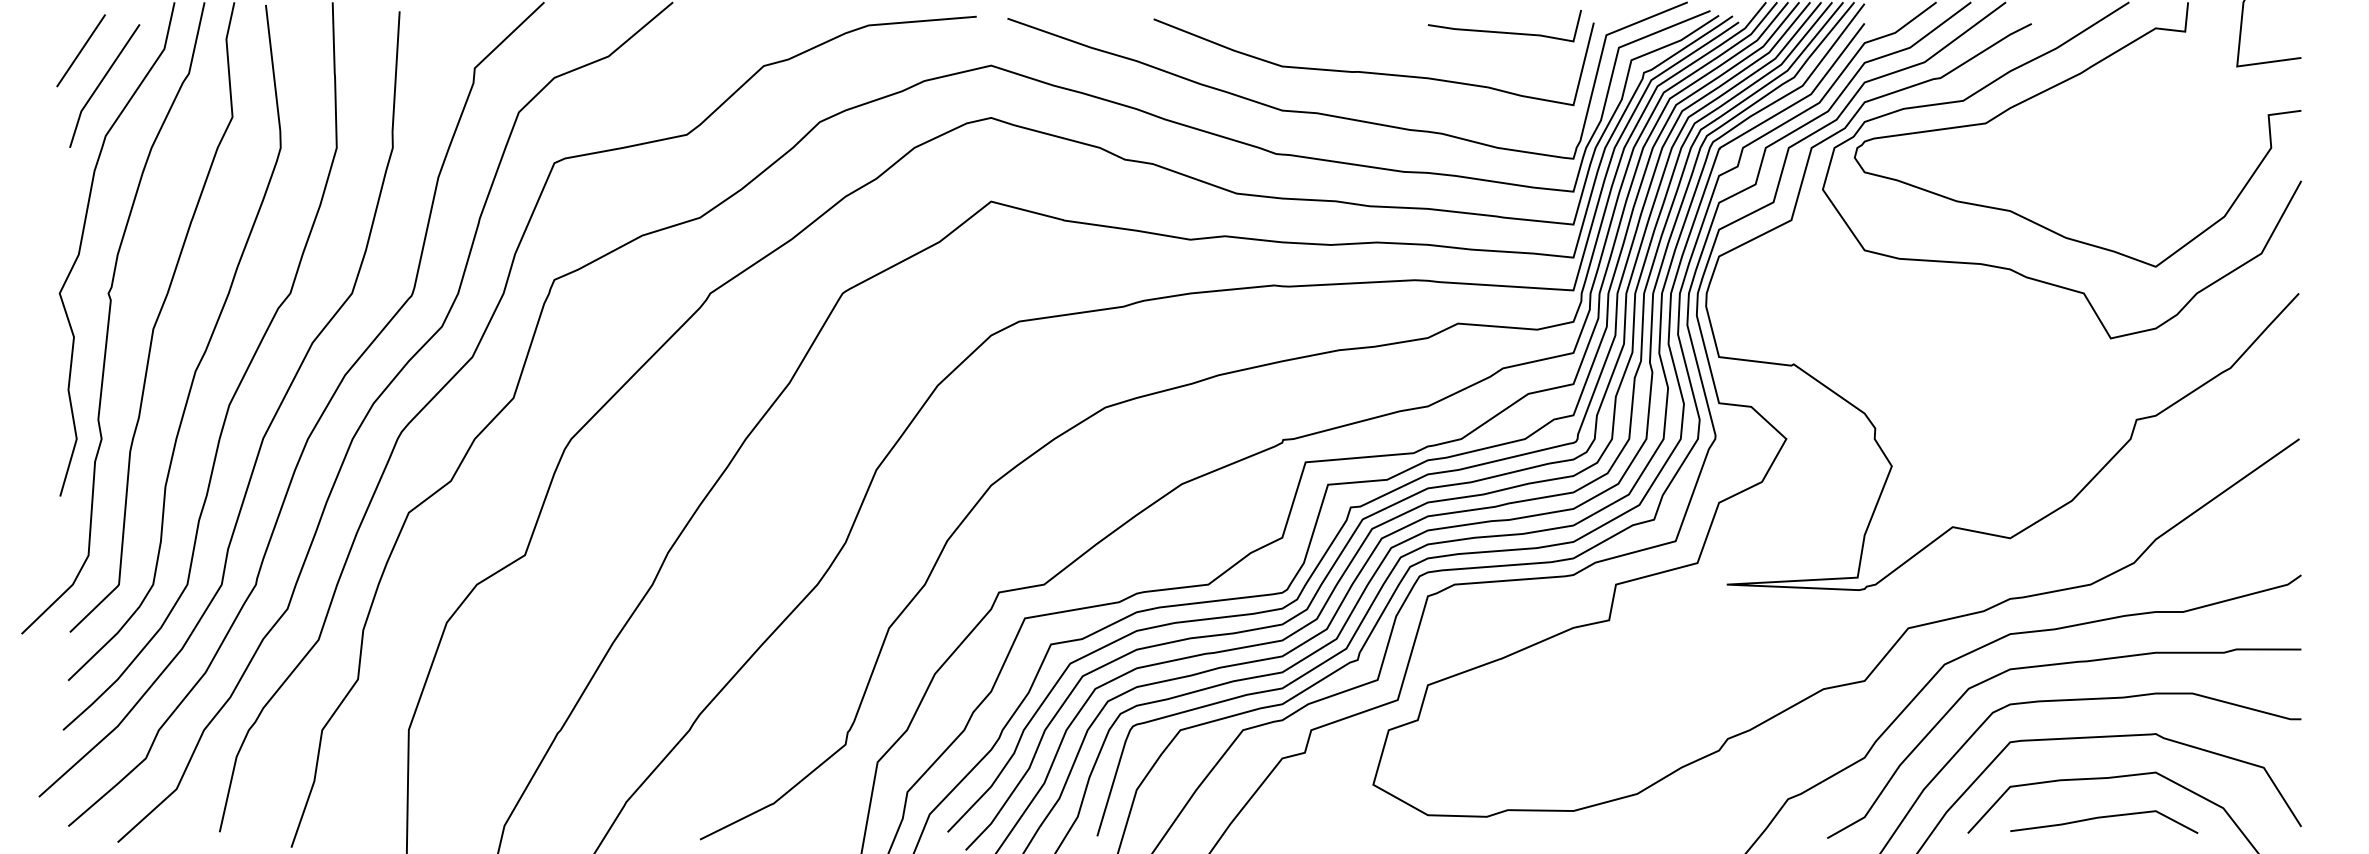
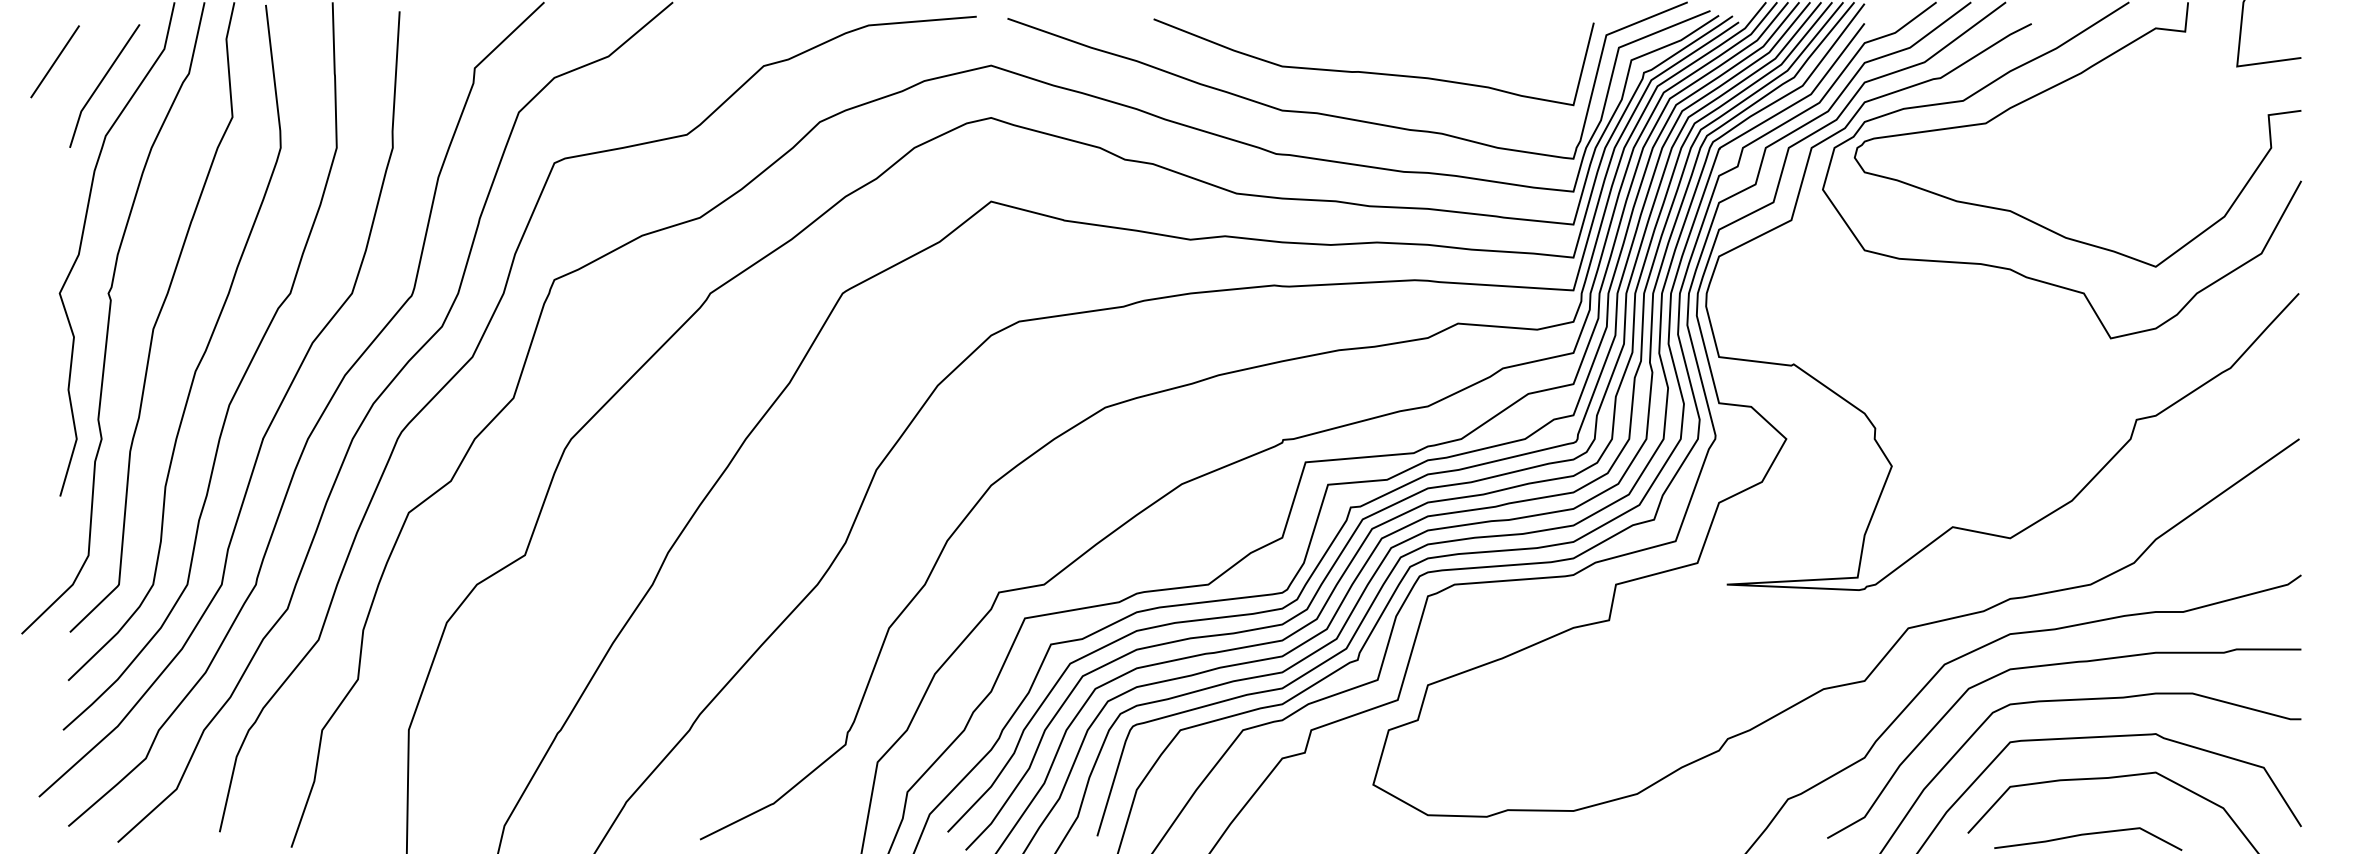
line at (1504, 31): present -> none
line at (80, 50) position: (80, 50) -> (54, 61)
line at (2102, 818) position: (2102, 818) -> (2086, 835)
